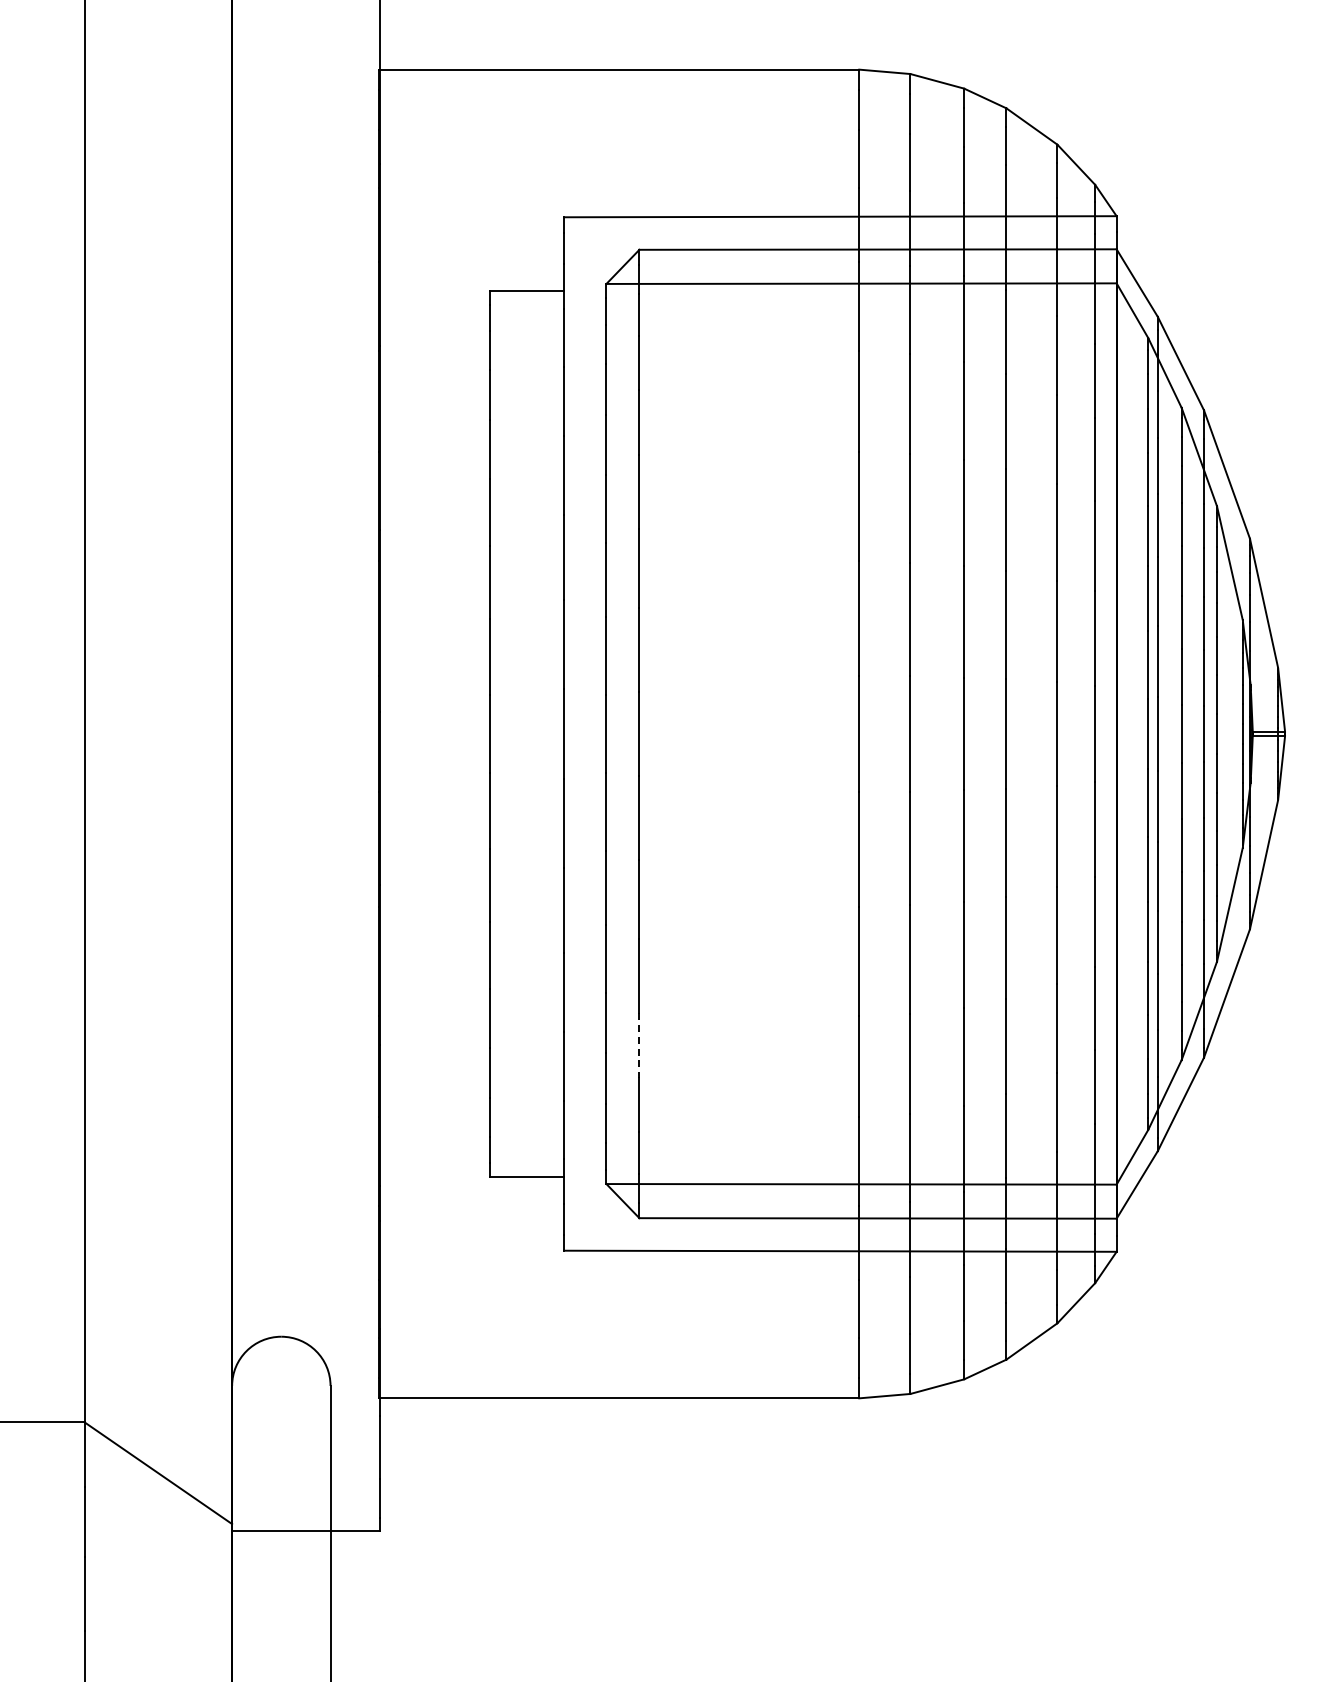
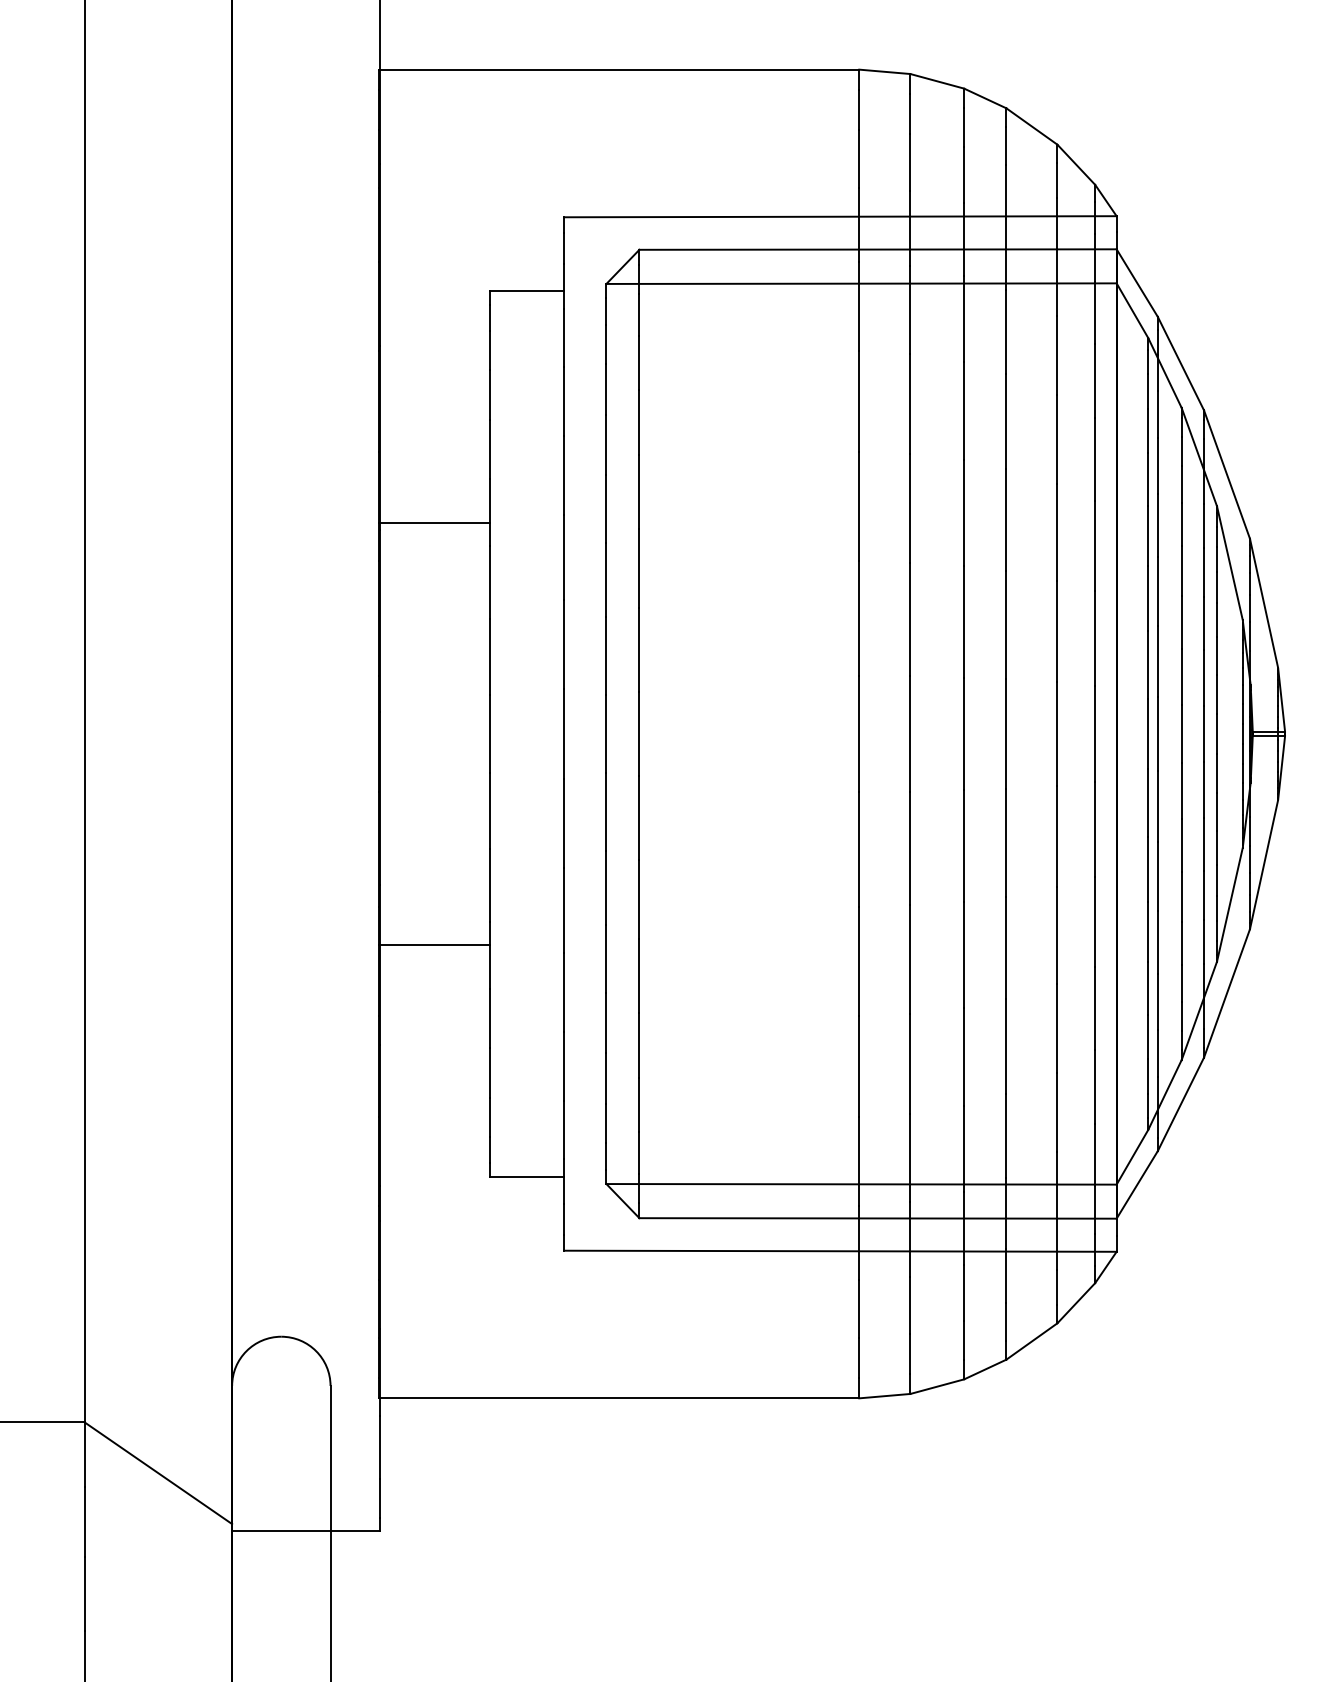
line at (434, 522): none -> present
line at (434, 945): none -> present
line at (639, 1045): dashed -> solid
